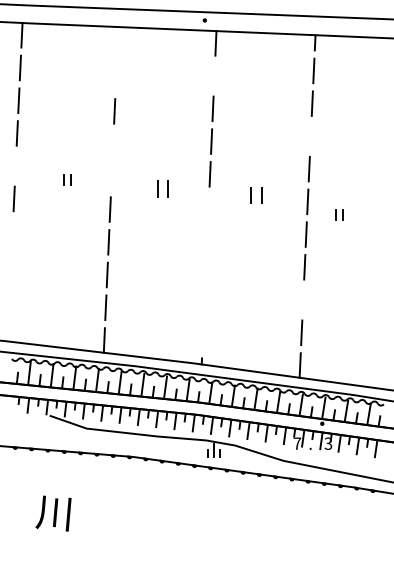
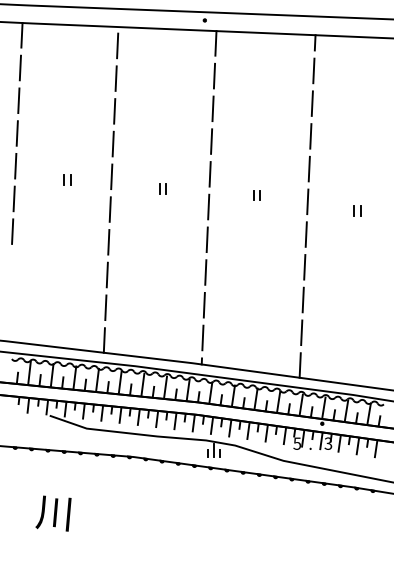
line at (117, 45): none -> present
line at (214, 75): none -> present
line at (115, 78): none -> present
line at (310, 136): none -> present
line at (112, 143): none -> present
line at (15, 165): none -> present
line at (111, 176): none -> present
part at (162, 188) size: 12x18 px -> 8x12 px
part at (256, 195) size: 13x17 px -> 8x11 px
line at (208, 206): none -> present
part at (339, 214) position: (339, 214) -> (357, 210)
line at (12, 231): none -> present
line at (206, 239): none -> present
line at (205, 272): none -> present
line at (302, 299): none -> present
line at (203, 304): none -> present
line at (202, 337): none -> present
text at (297, 443): 7 -> 5
